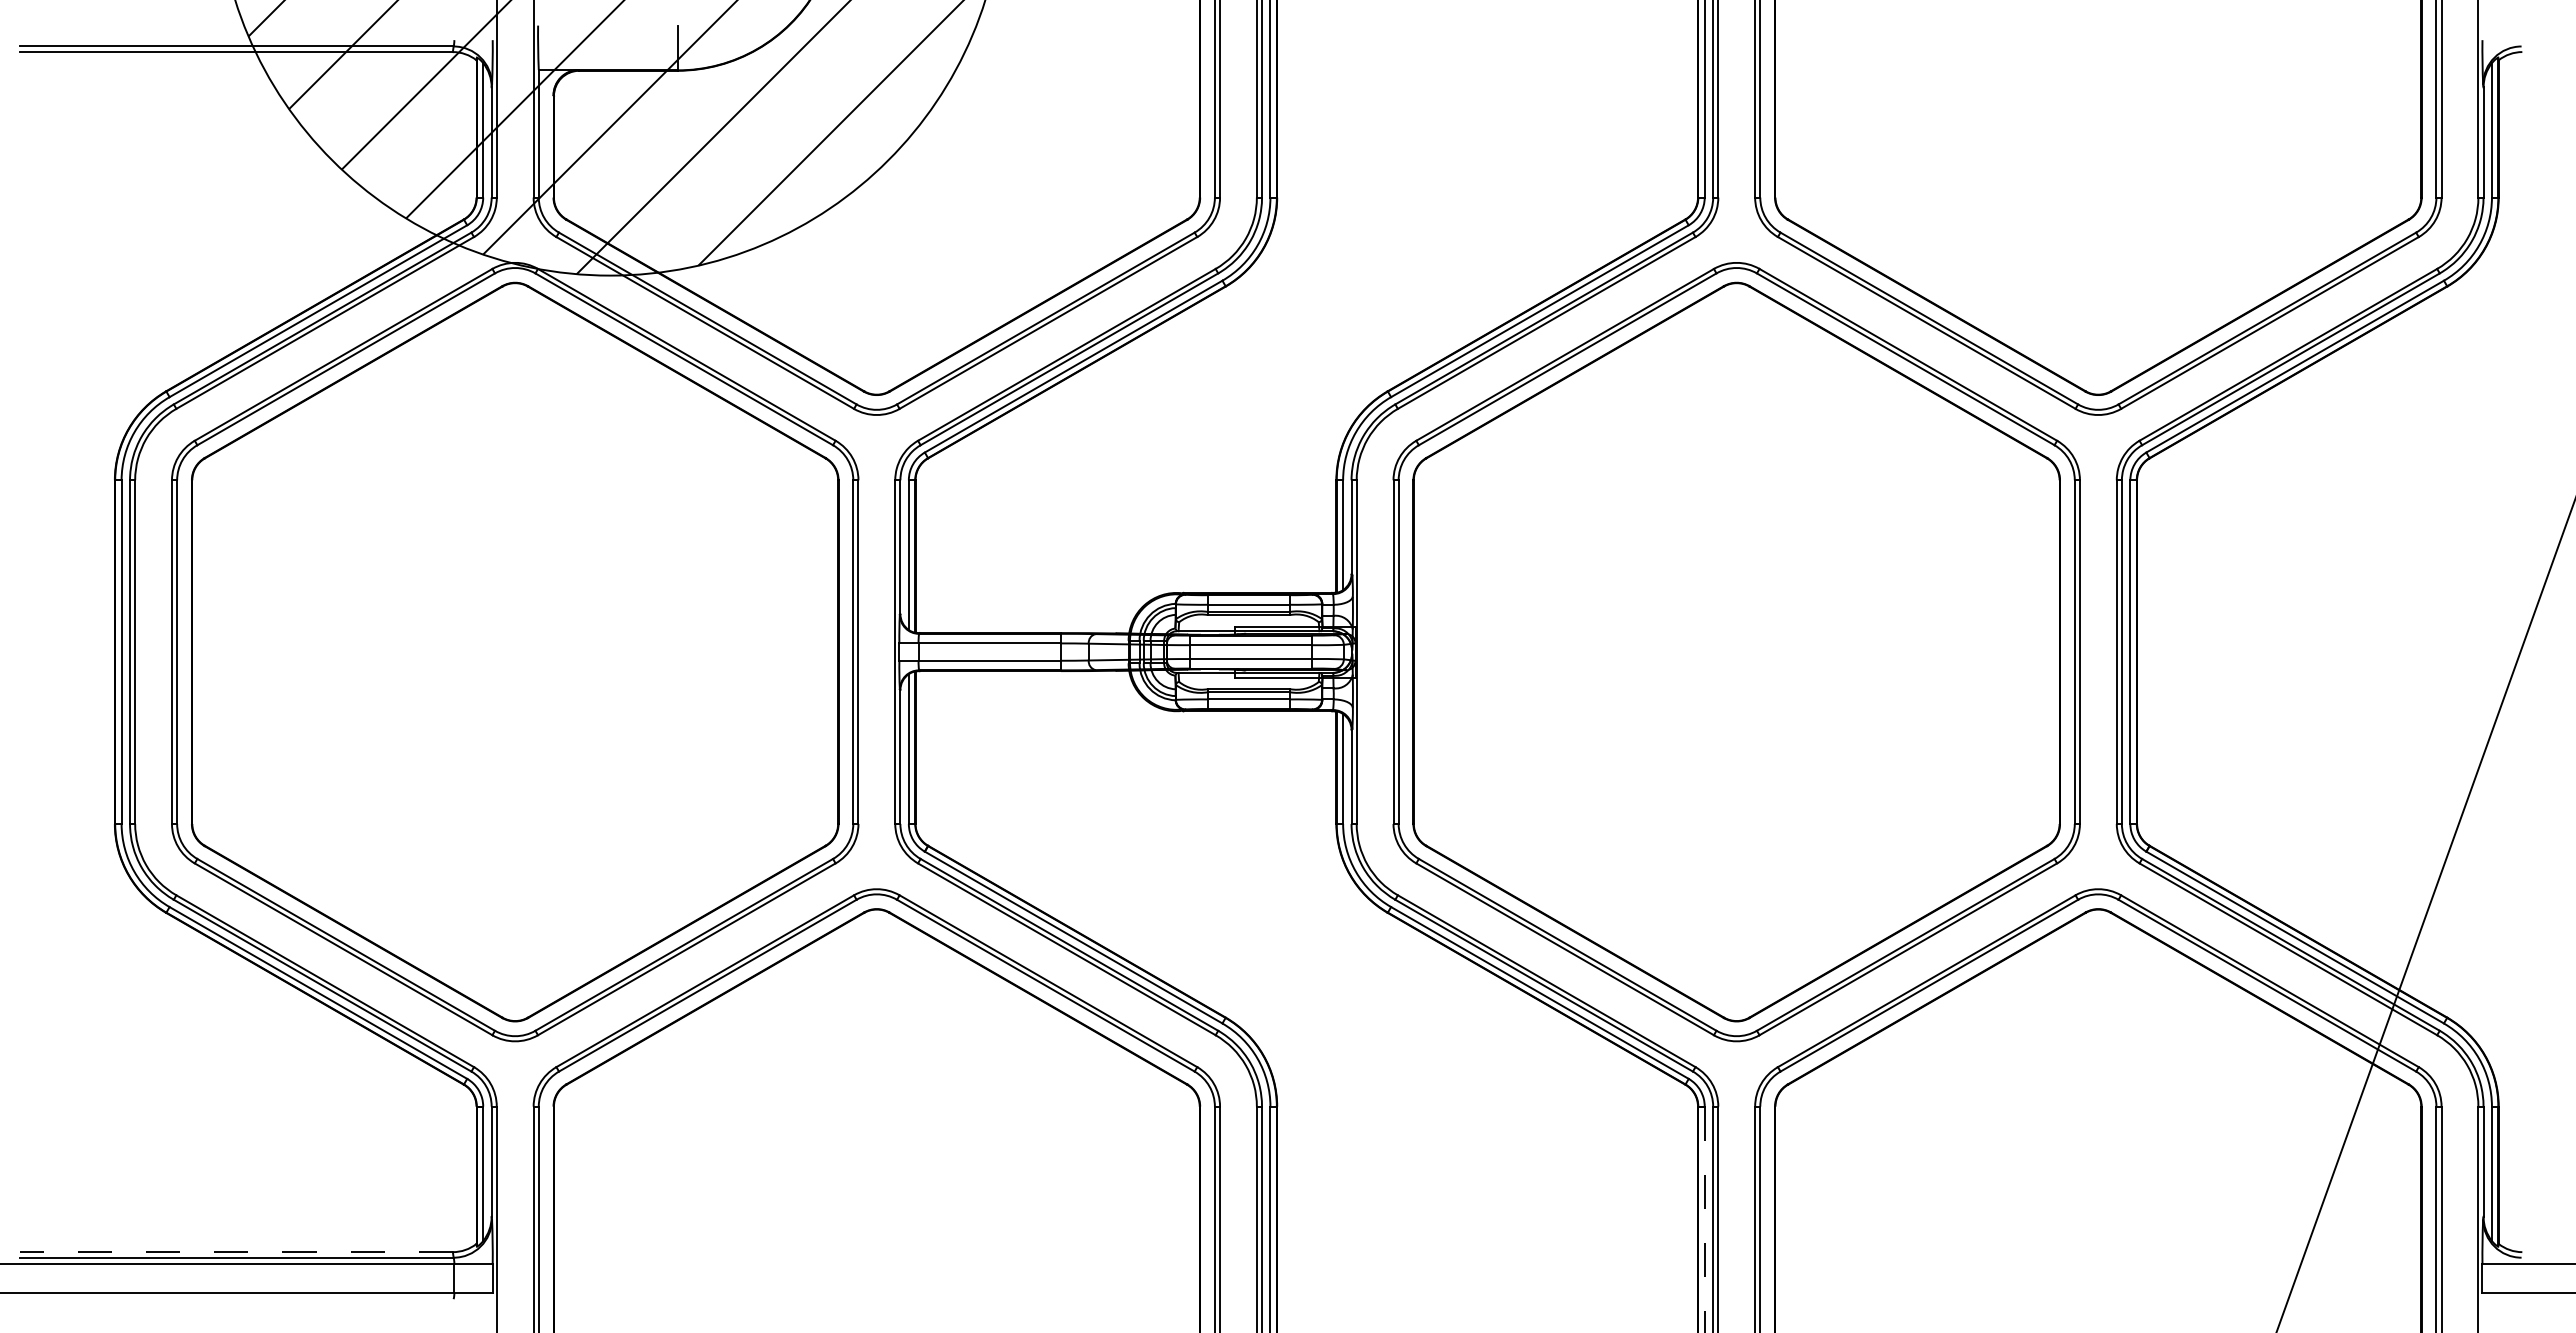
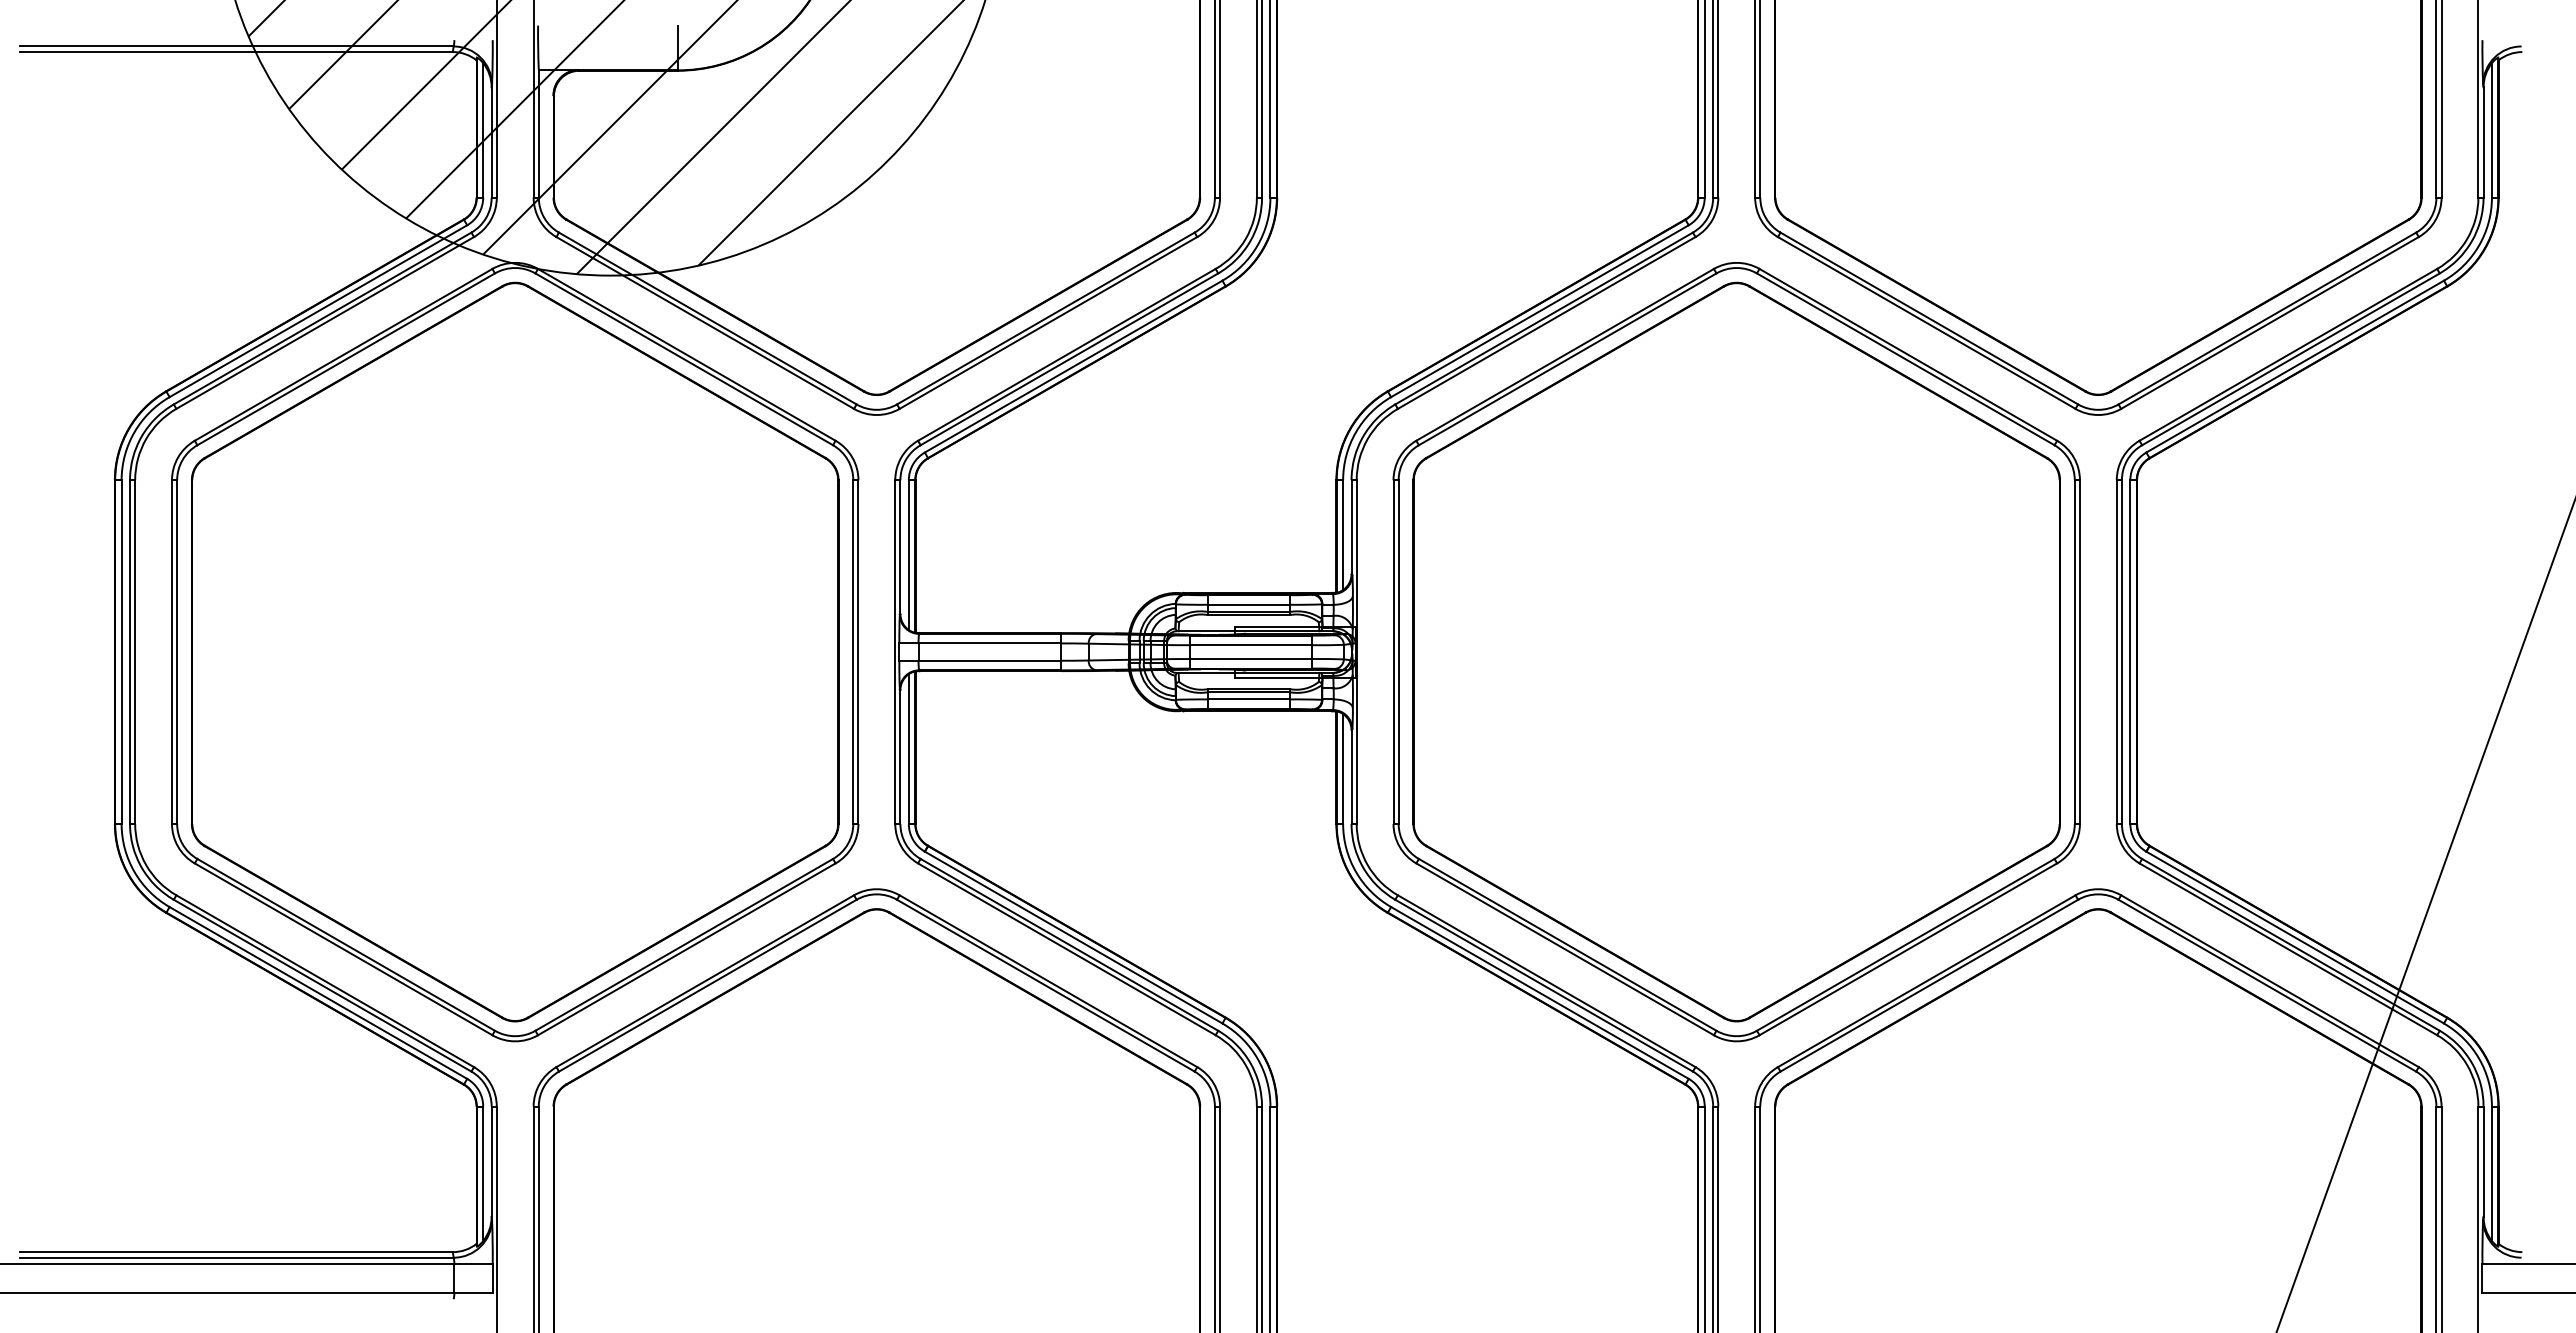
line at (1704, 1219): dashed -> solid
line at (236, 1252): dashed -> solid
